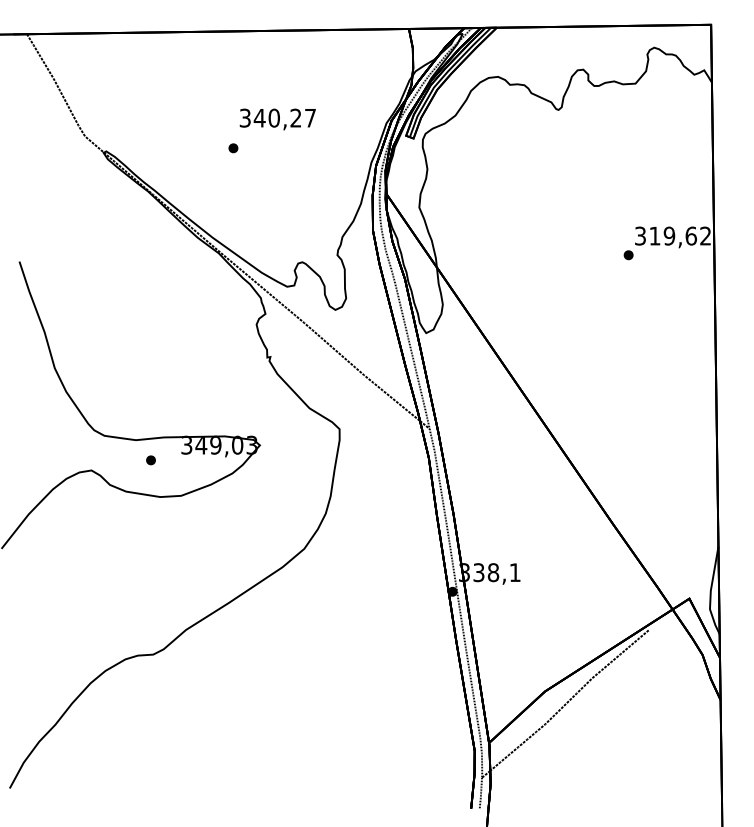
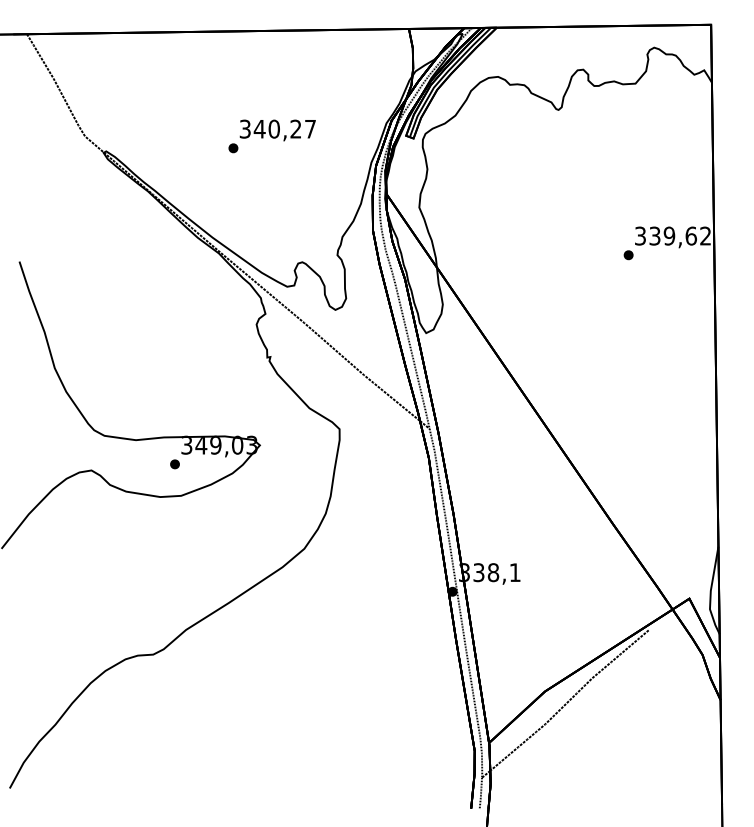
text at (277, 119) position: (277, 119) -> (277, 130)
text at (654, 235): 319,62 -> 339,62
part at (150, 460) position: (150, 460) -> (174, 464)
